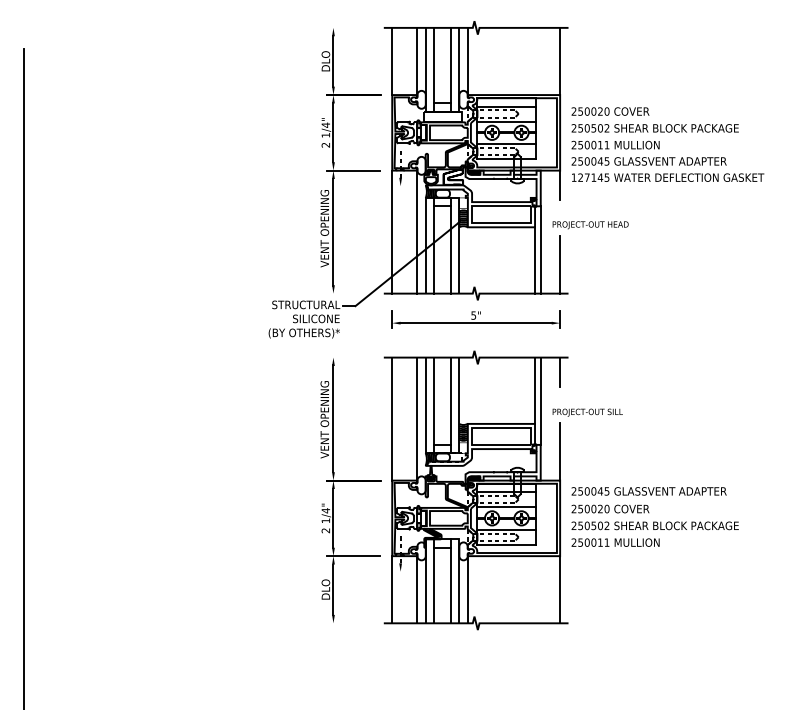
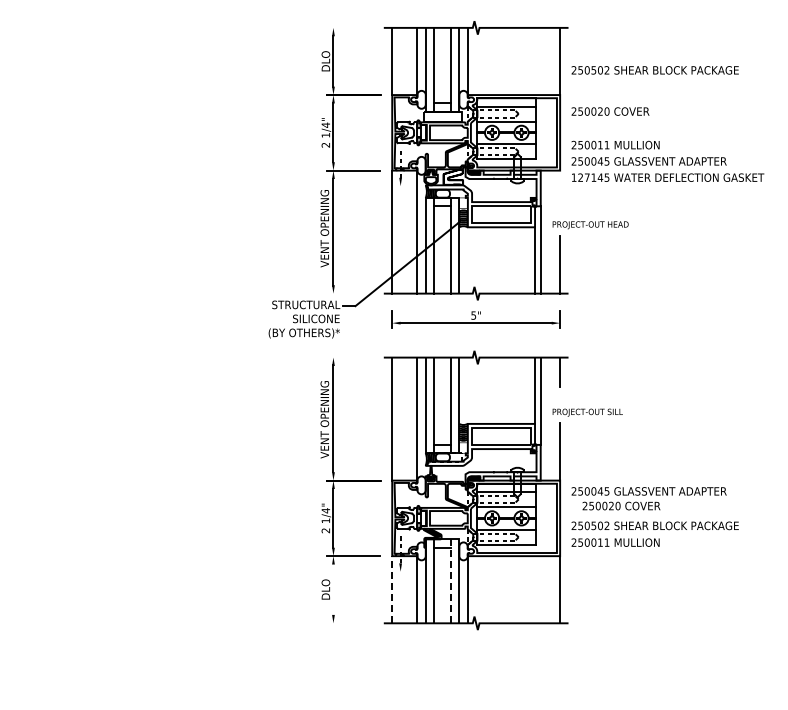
text at (654, 128) position: (654, 128) -> (654, 70)
line at (560, 185): present -> none
line at (23, 377): present -> none
text at (610, 508) position: (610, 508) -> (621, 505)
line at (450, 581): solid -> dashed
line at (333, 589): present -> none
line at (392, 589): solid -> dashed
